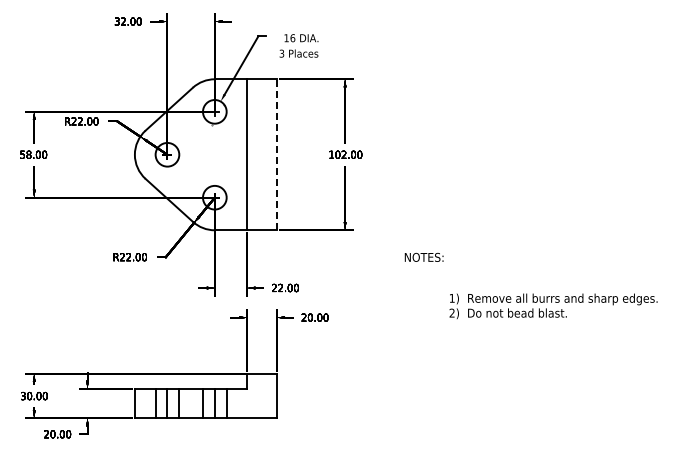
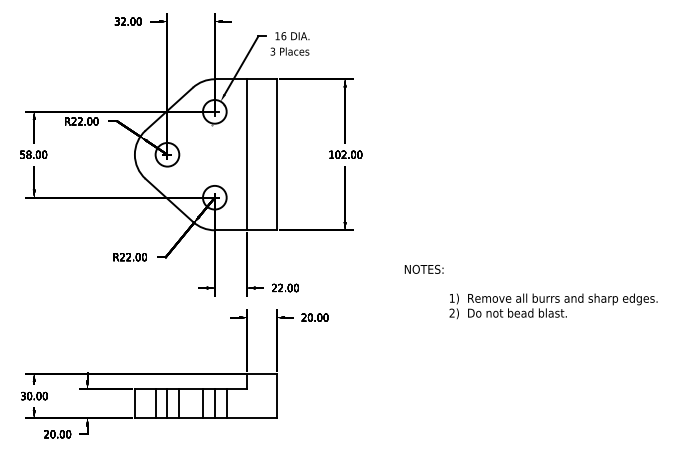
text at (298, 45) position: (298, 45) -> (289, 43)
line at (277, 154): dashed -> solid
text at (423, 256) position: (423, 256) -> (423, 268)
